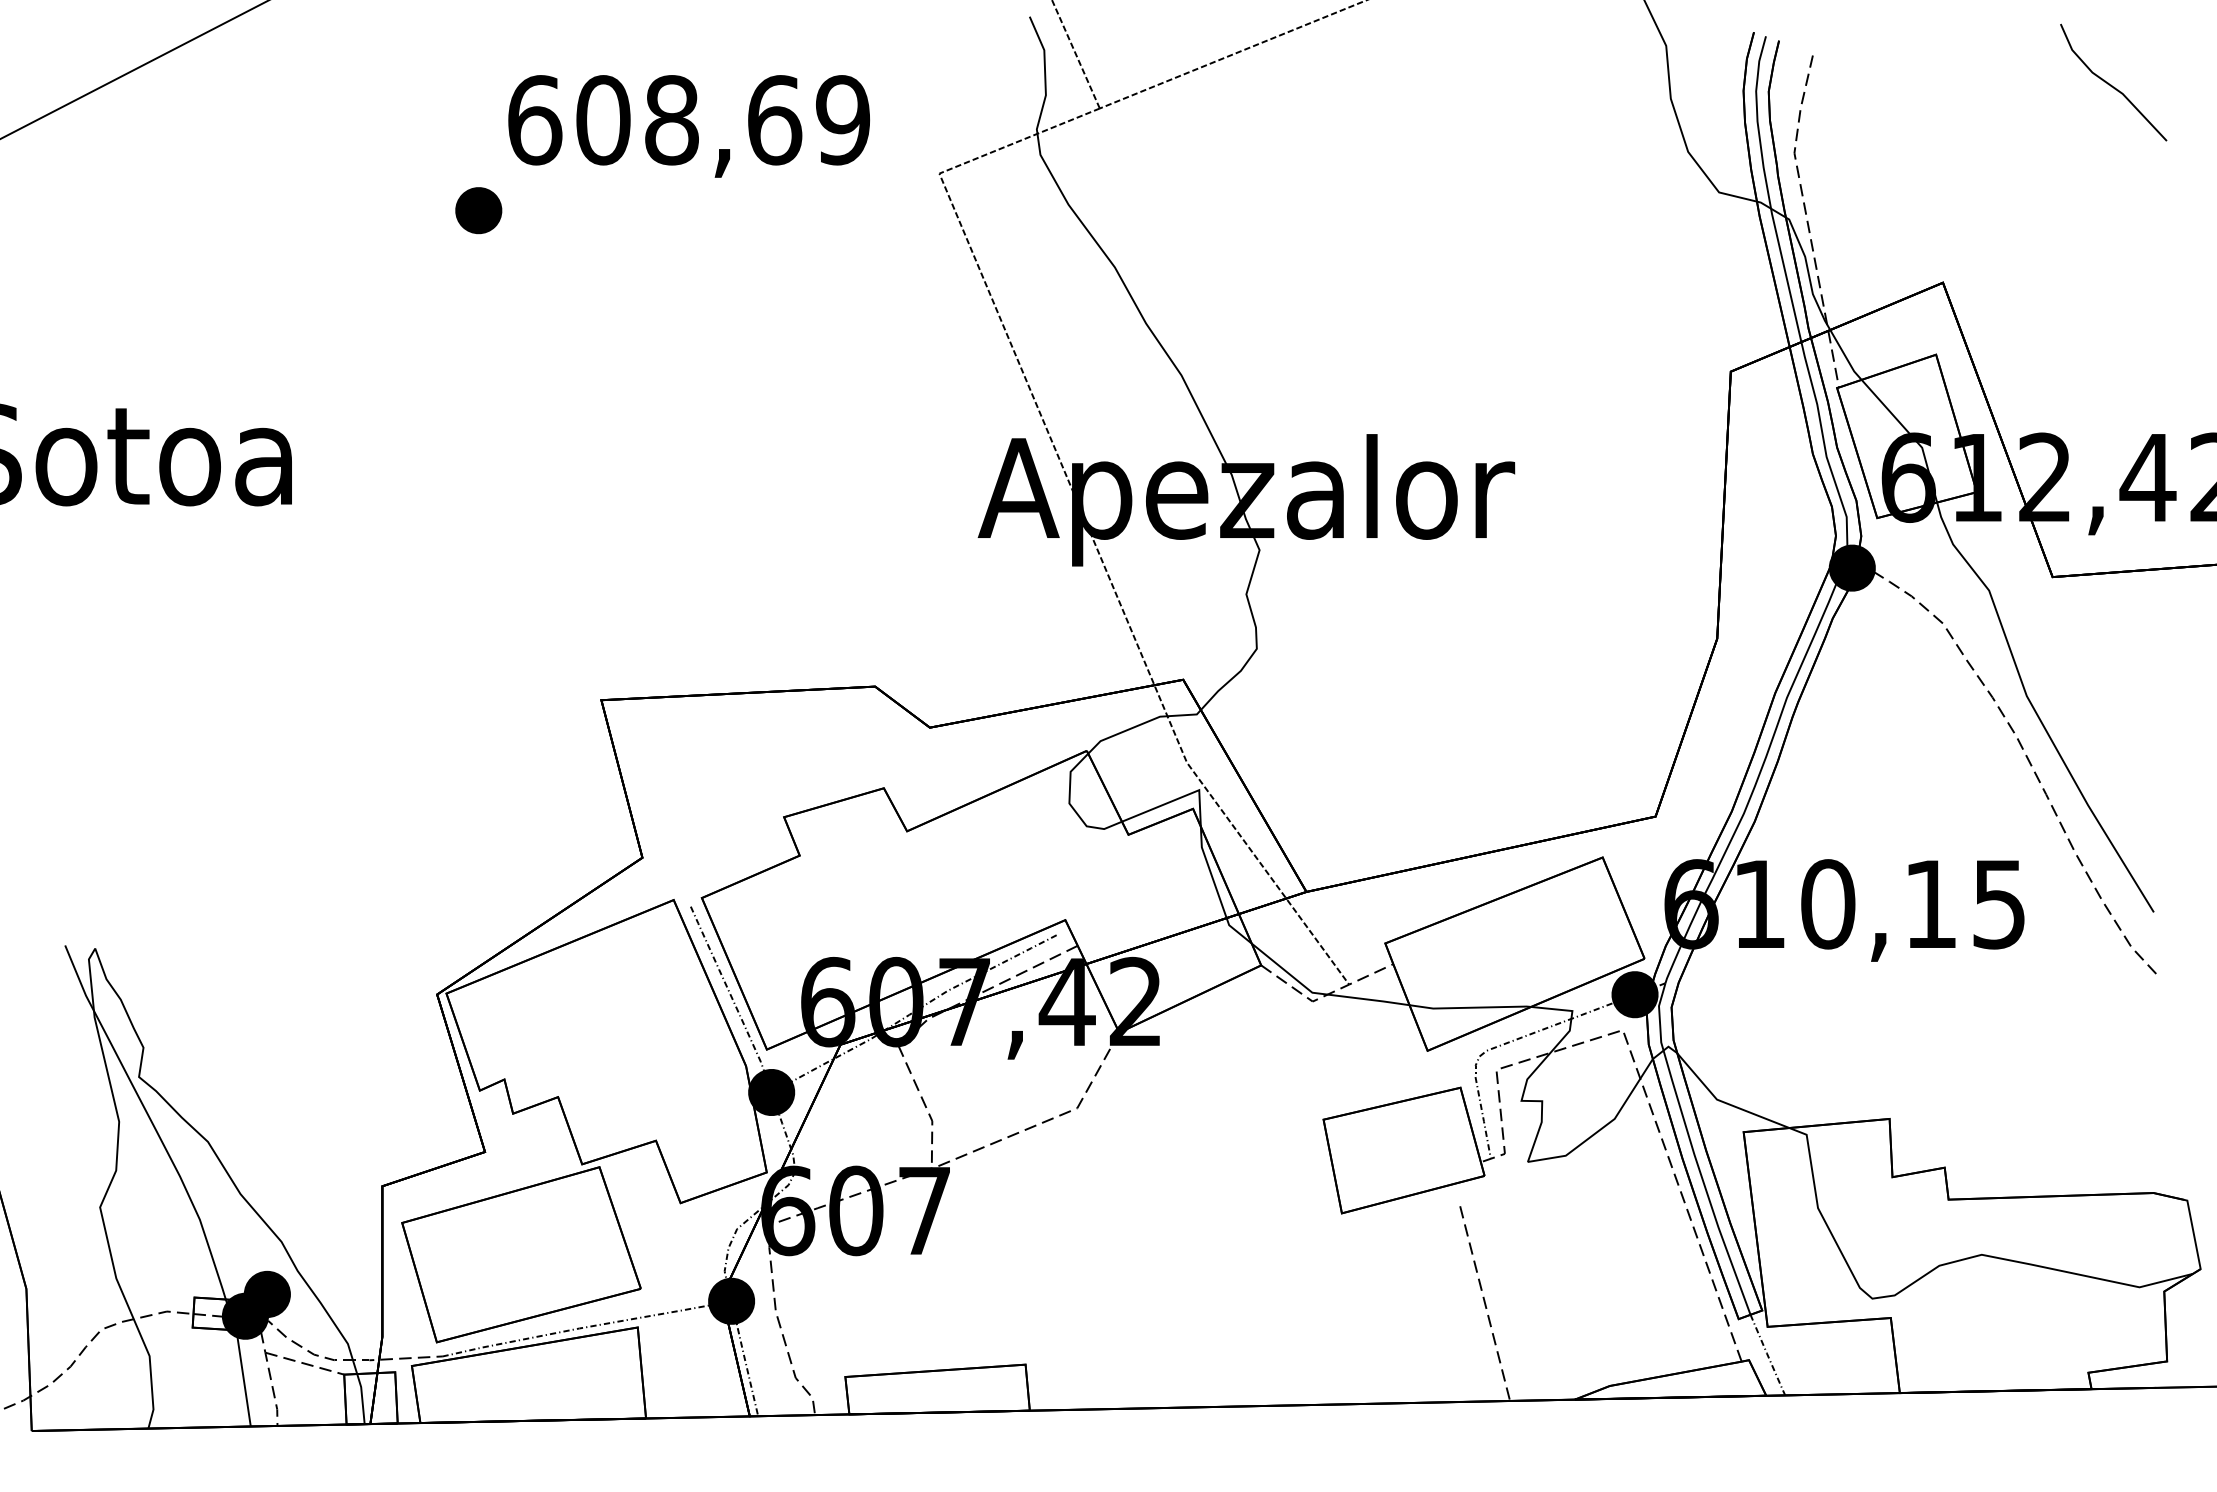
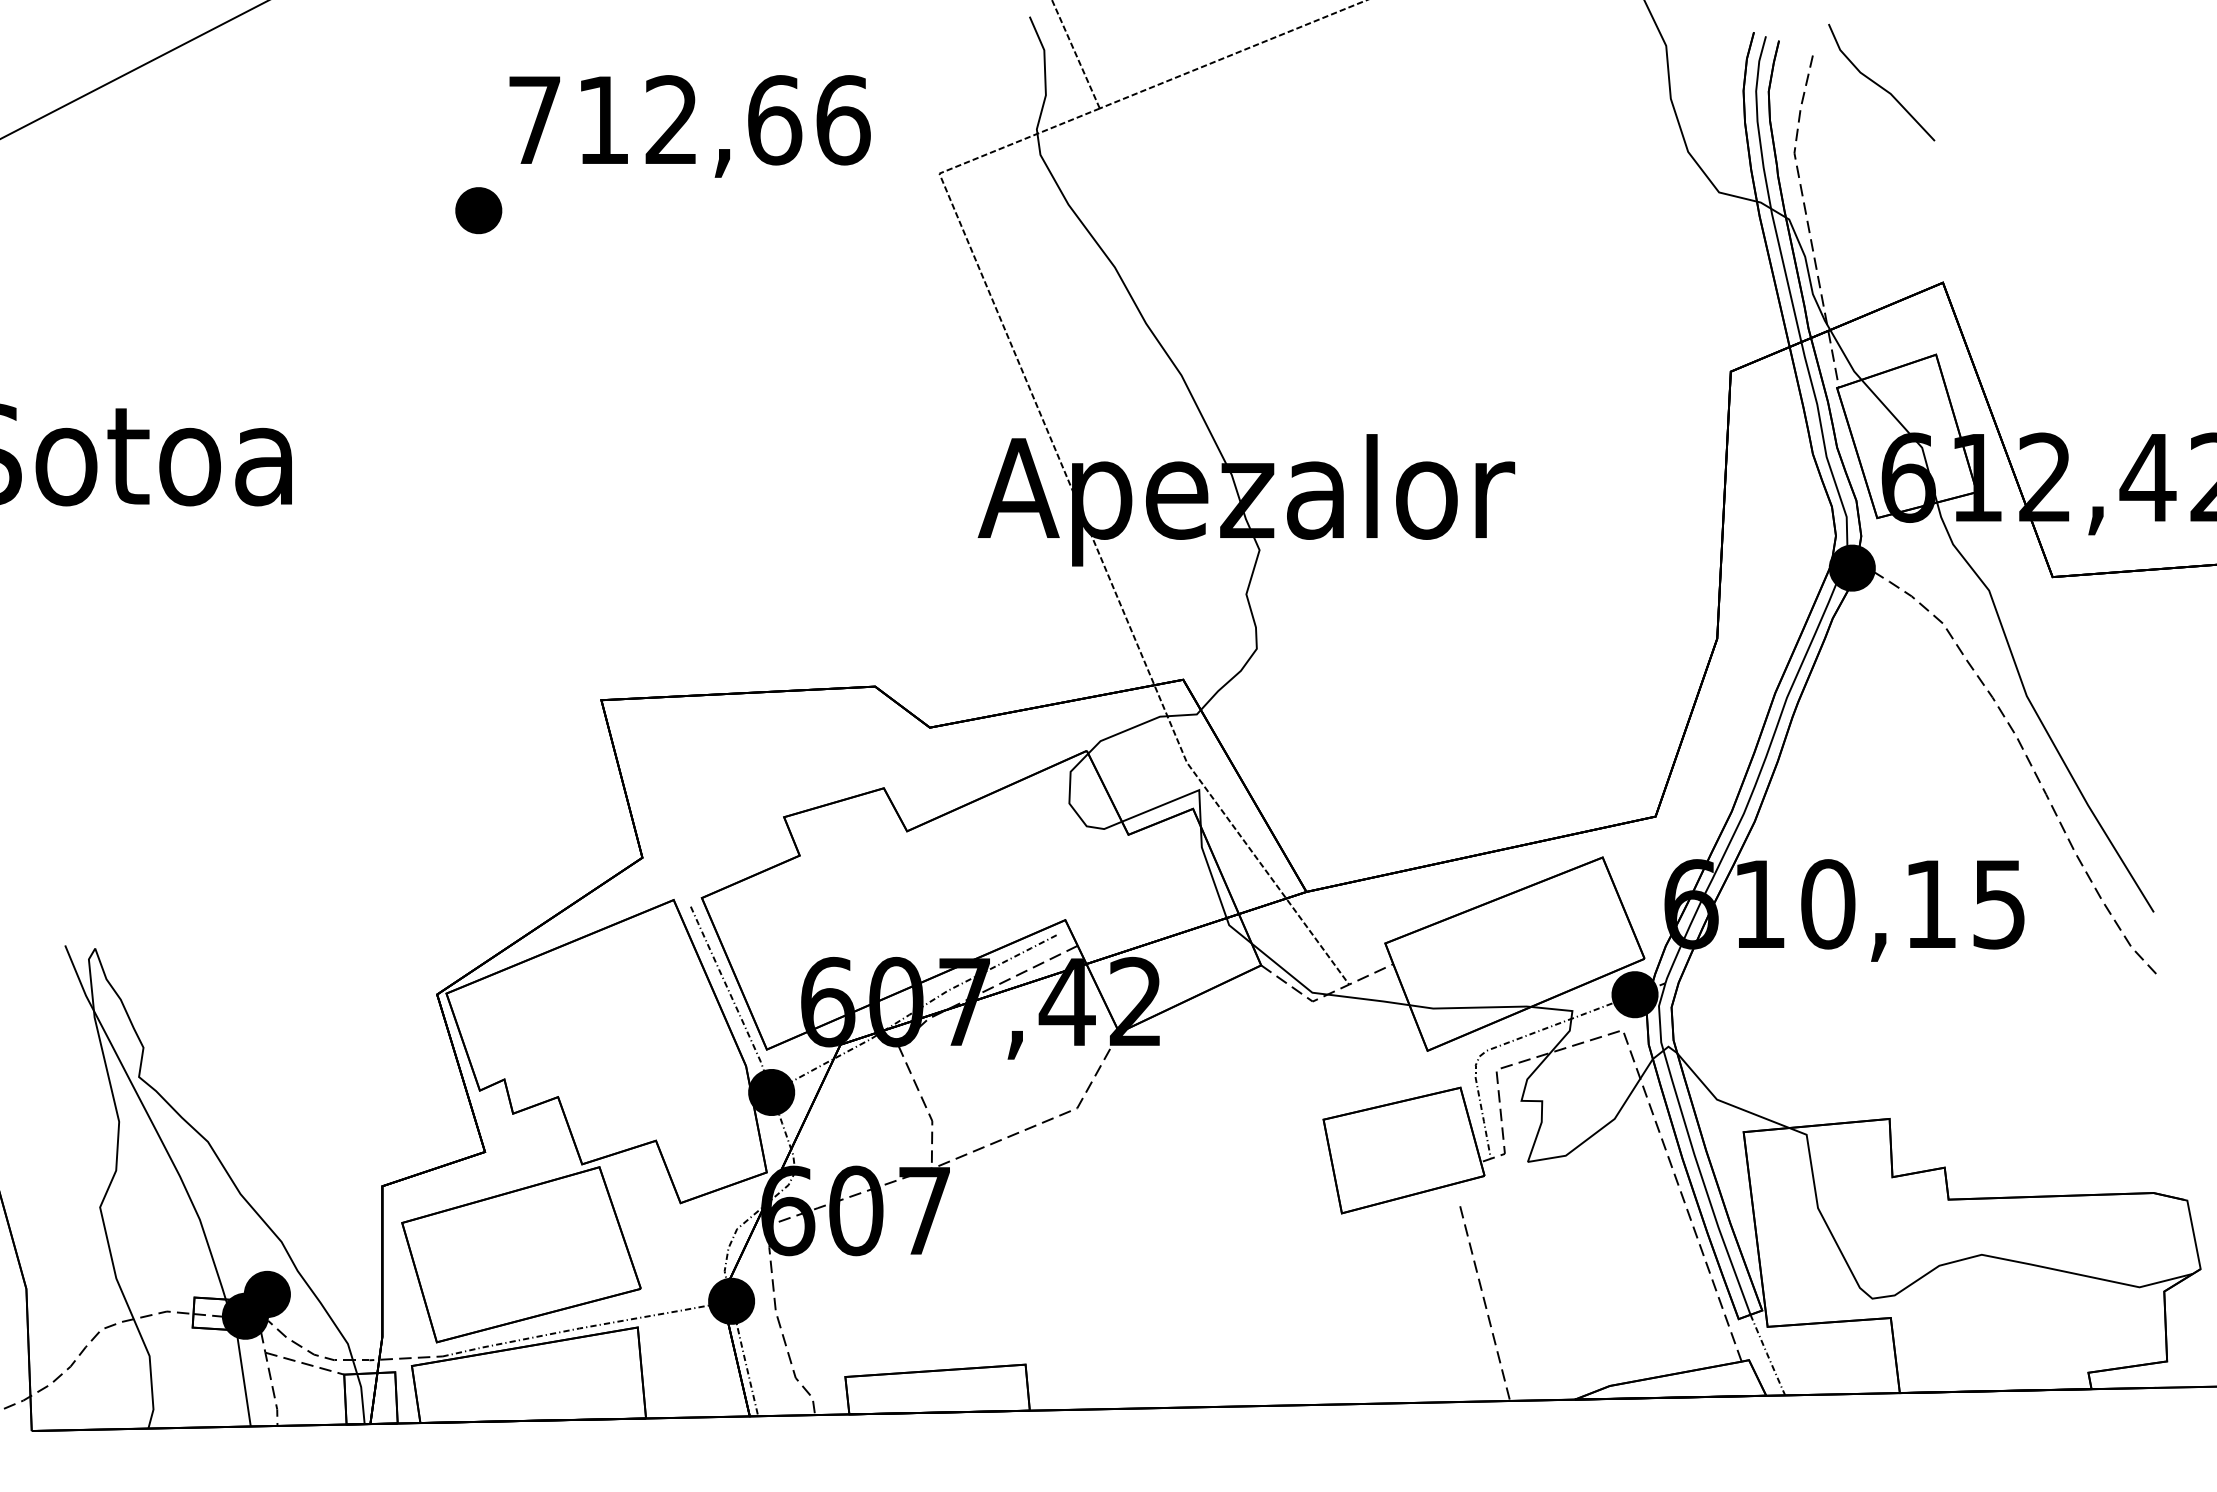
part at (2113, 82) position: (2113, 82) -> (1881, 82)
text at (689, 120): 608,69 -> 712,66
